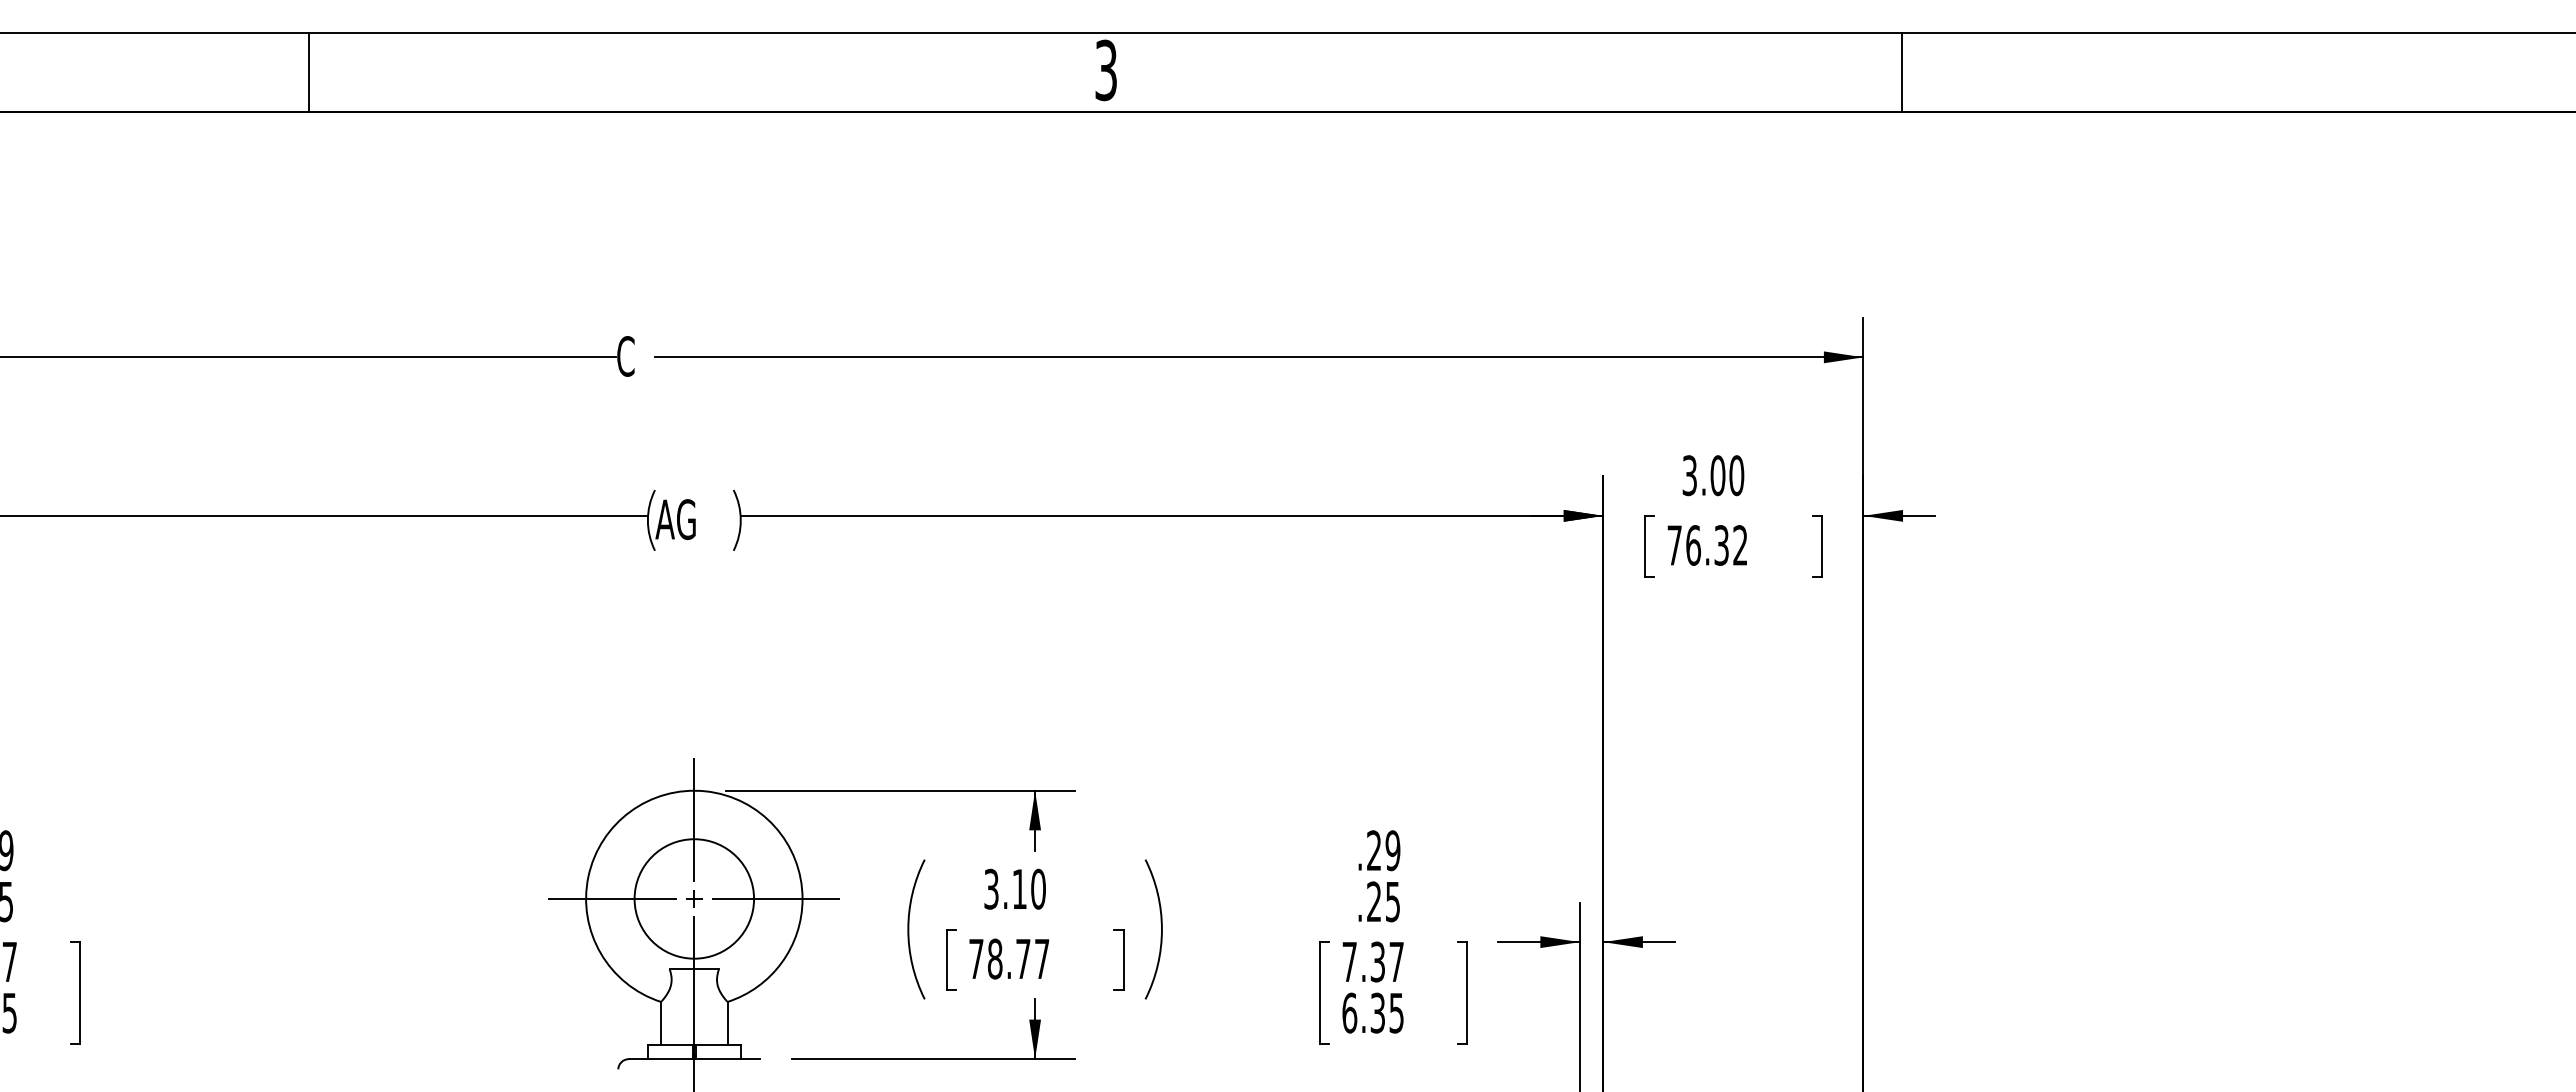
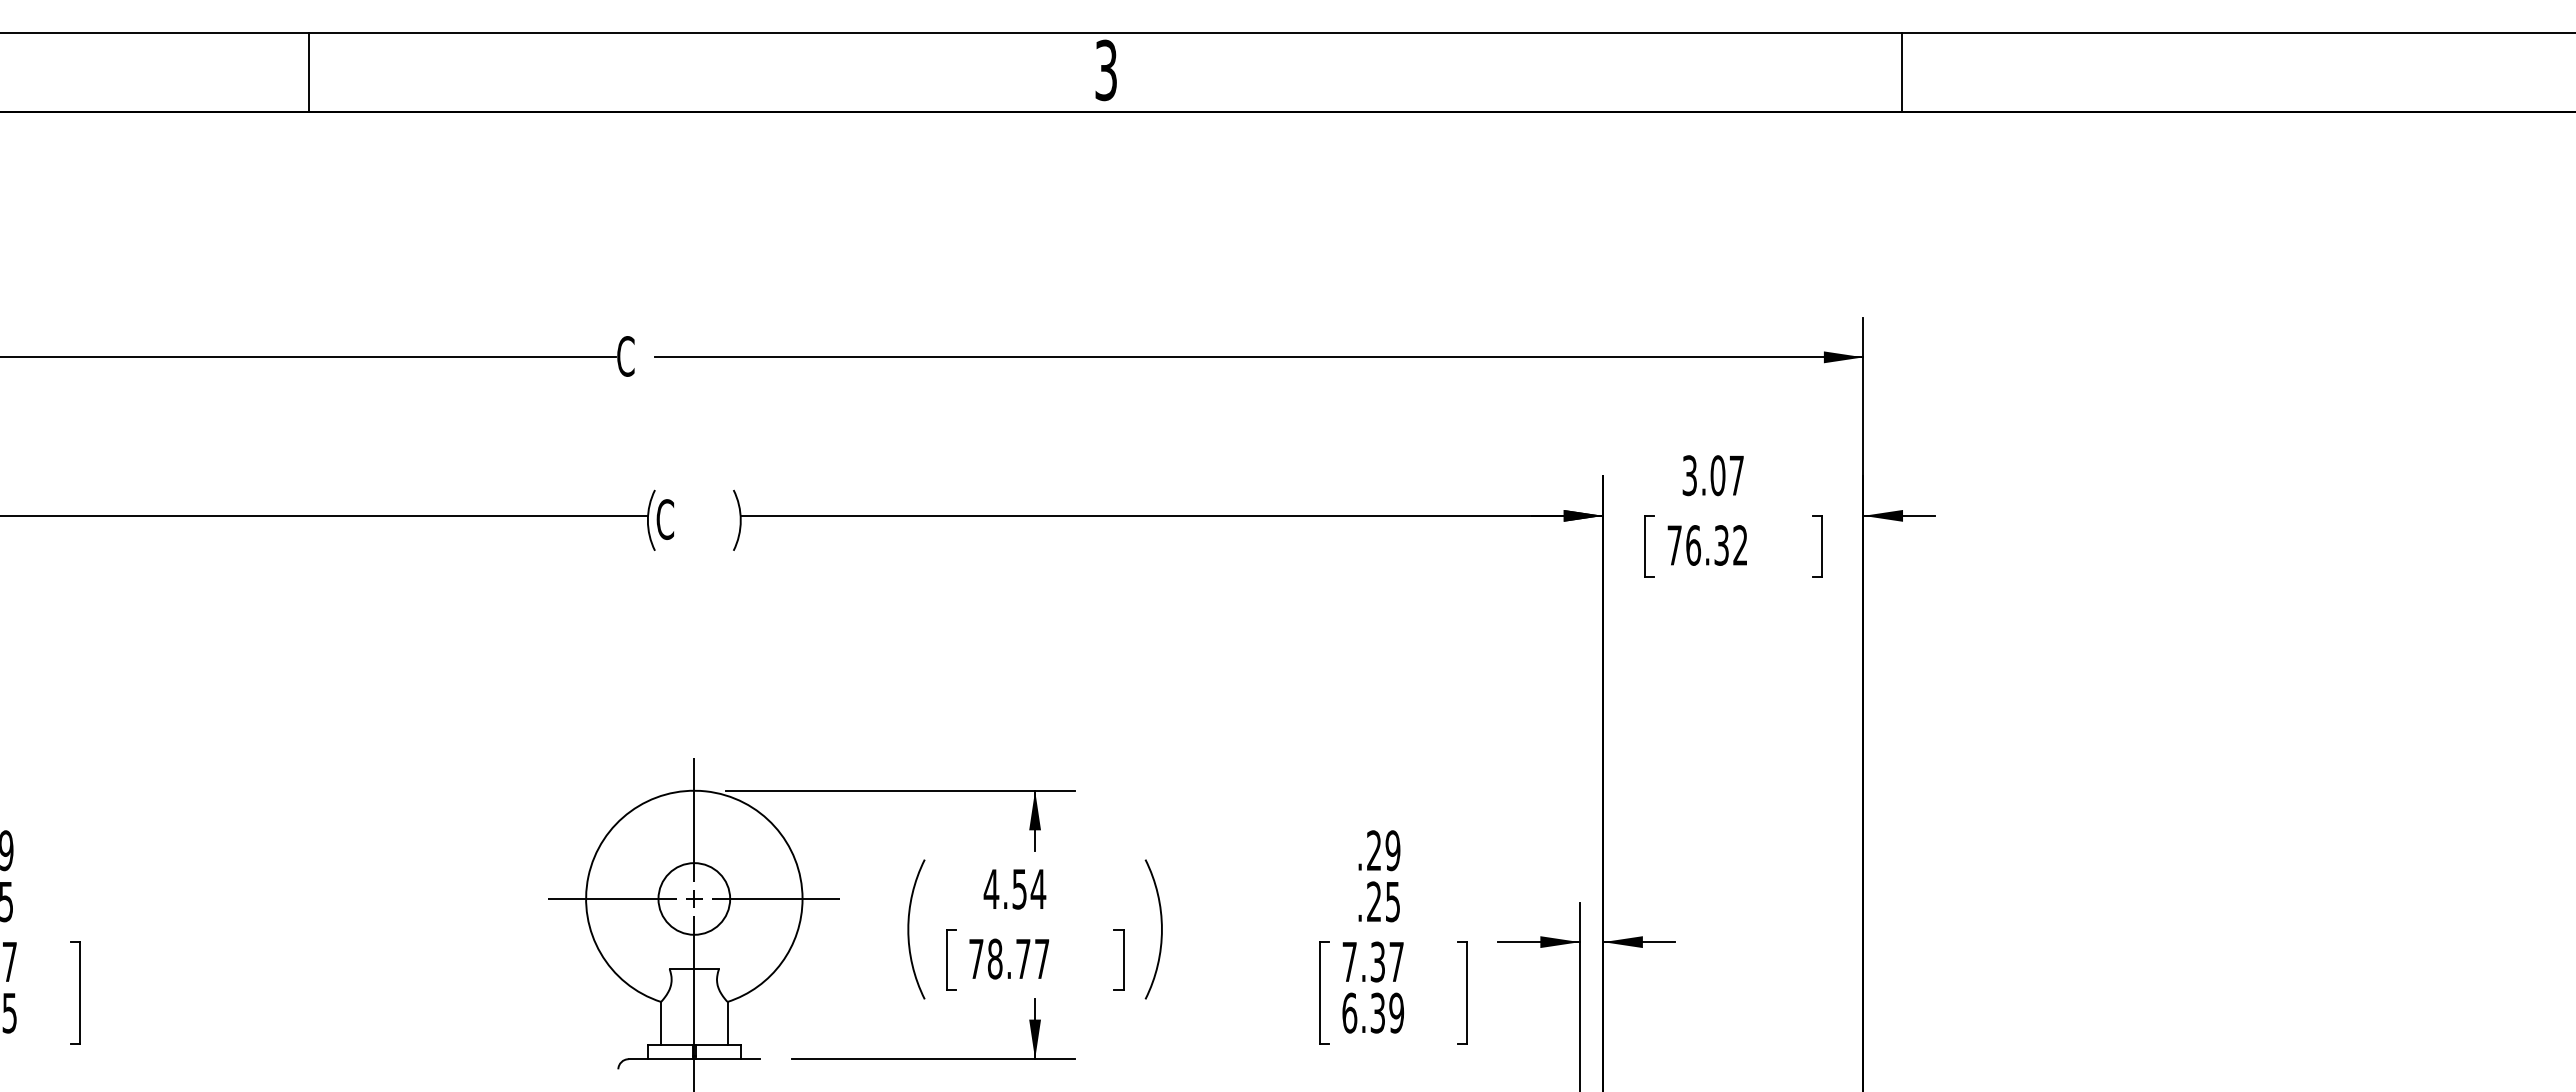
text at (1736, 475): 3.00 -> 3.07
text at (675, 519): AG -> C
text at (1014, 888): 3.10 -> 4.54
circle at (694, 898) diameter: 119 px -> 72 px
text at (1396, 1012): 6.35 -> 6.39
